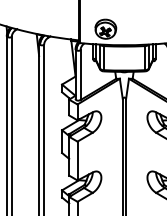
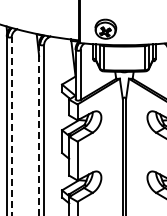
line at (11, 125): solid -> dashed
line at (39, 129): solid -> dashed
